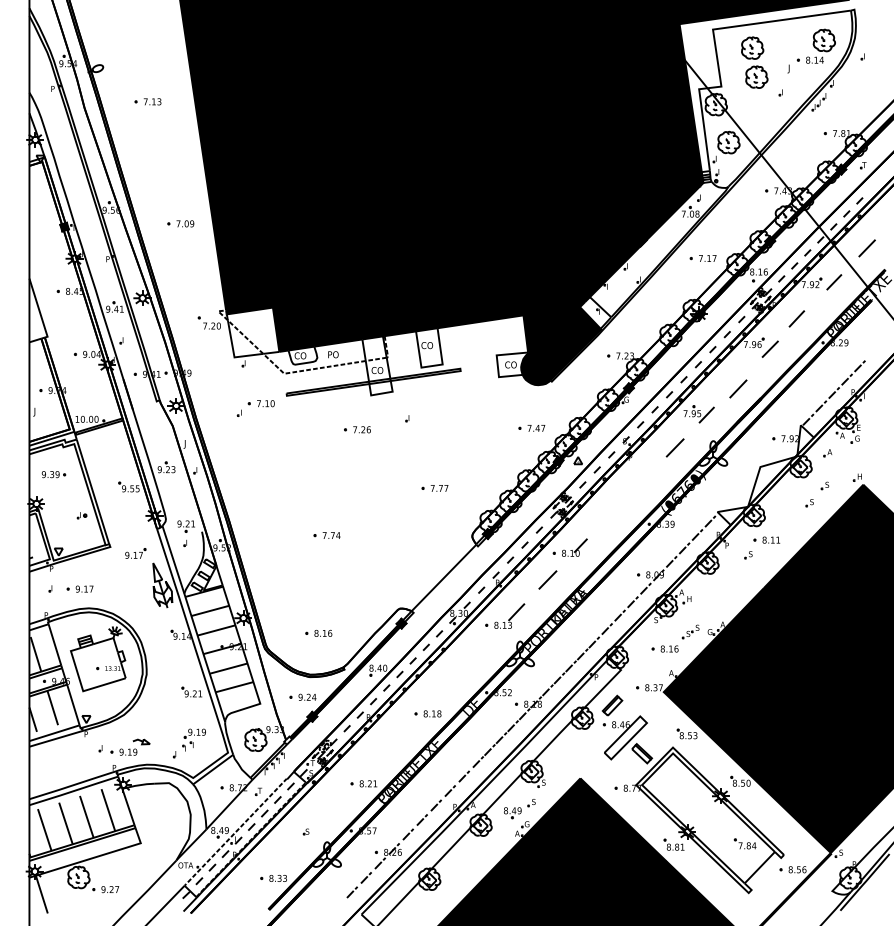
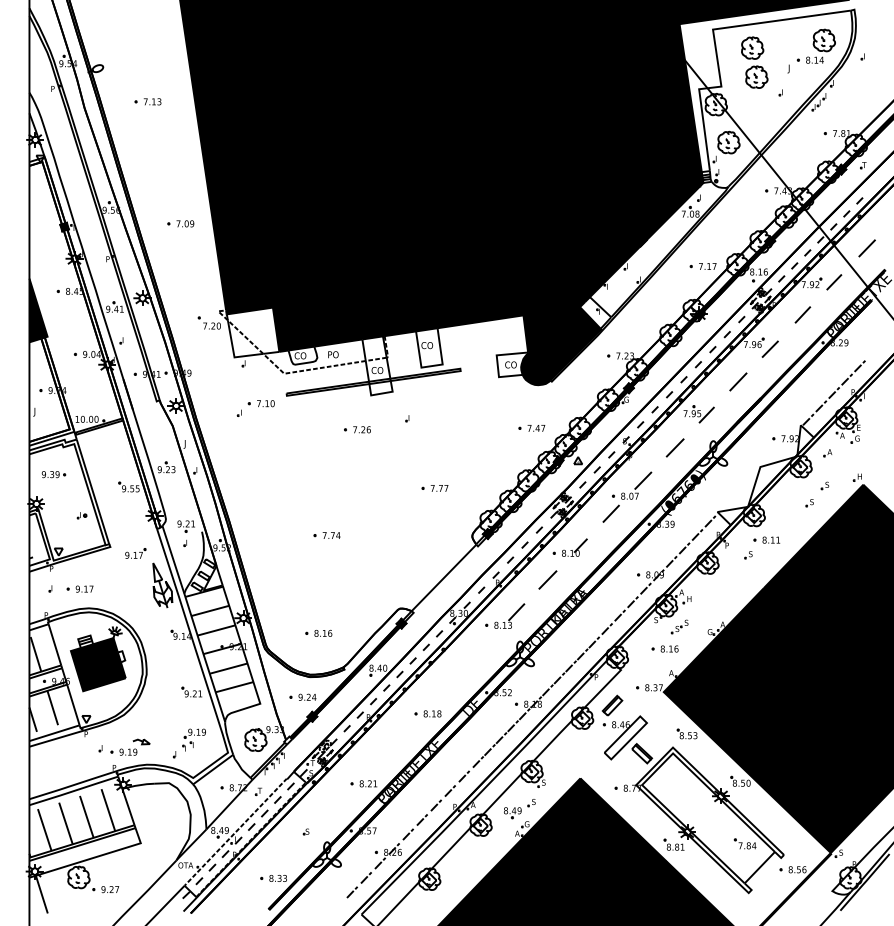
part at (702, 258) position: (702, 258) -> (702, 266)
fill at (38, 310): none -> present
line at (796, 318) position: (796, 318) -> (802, 314)
line at (738, 388) position: (738, 388) -> (738, 381)
part at (627, 496): none -> present
part at (690, 631) position: (690, 631) -> (679, 626)
fill at (97, 664): none -> present
